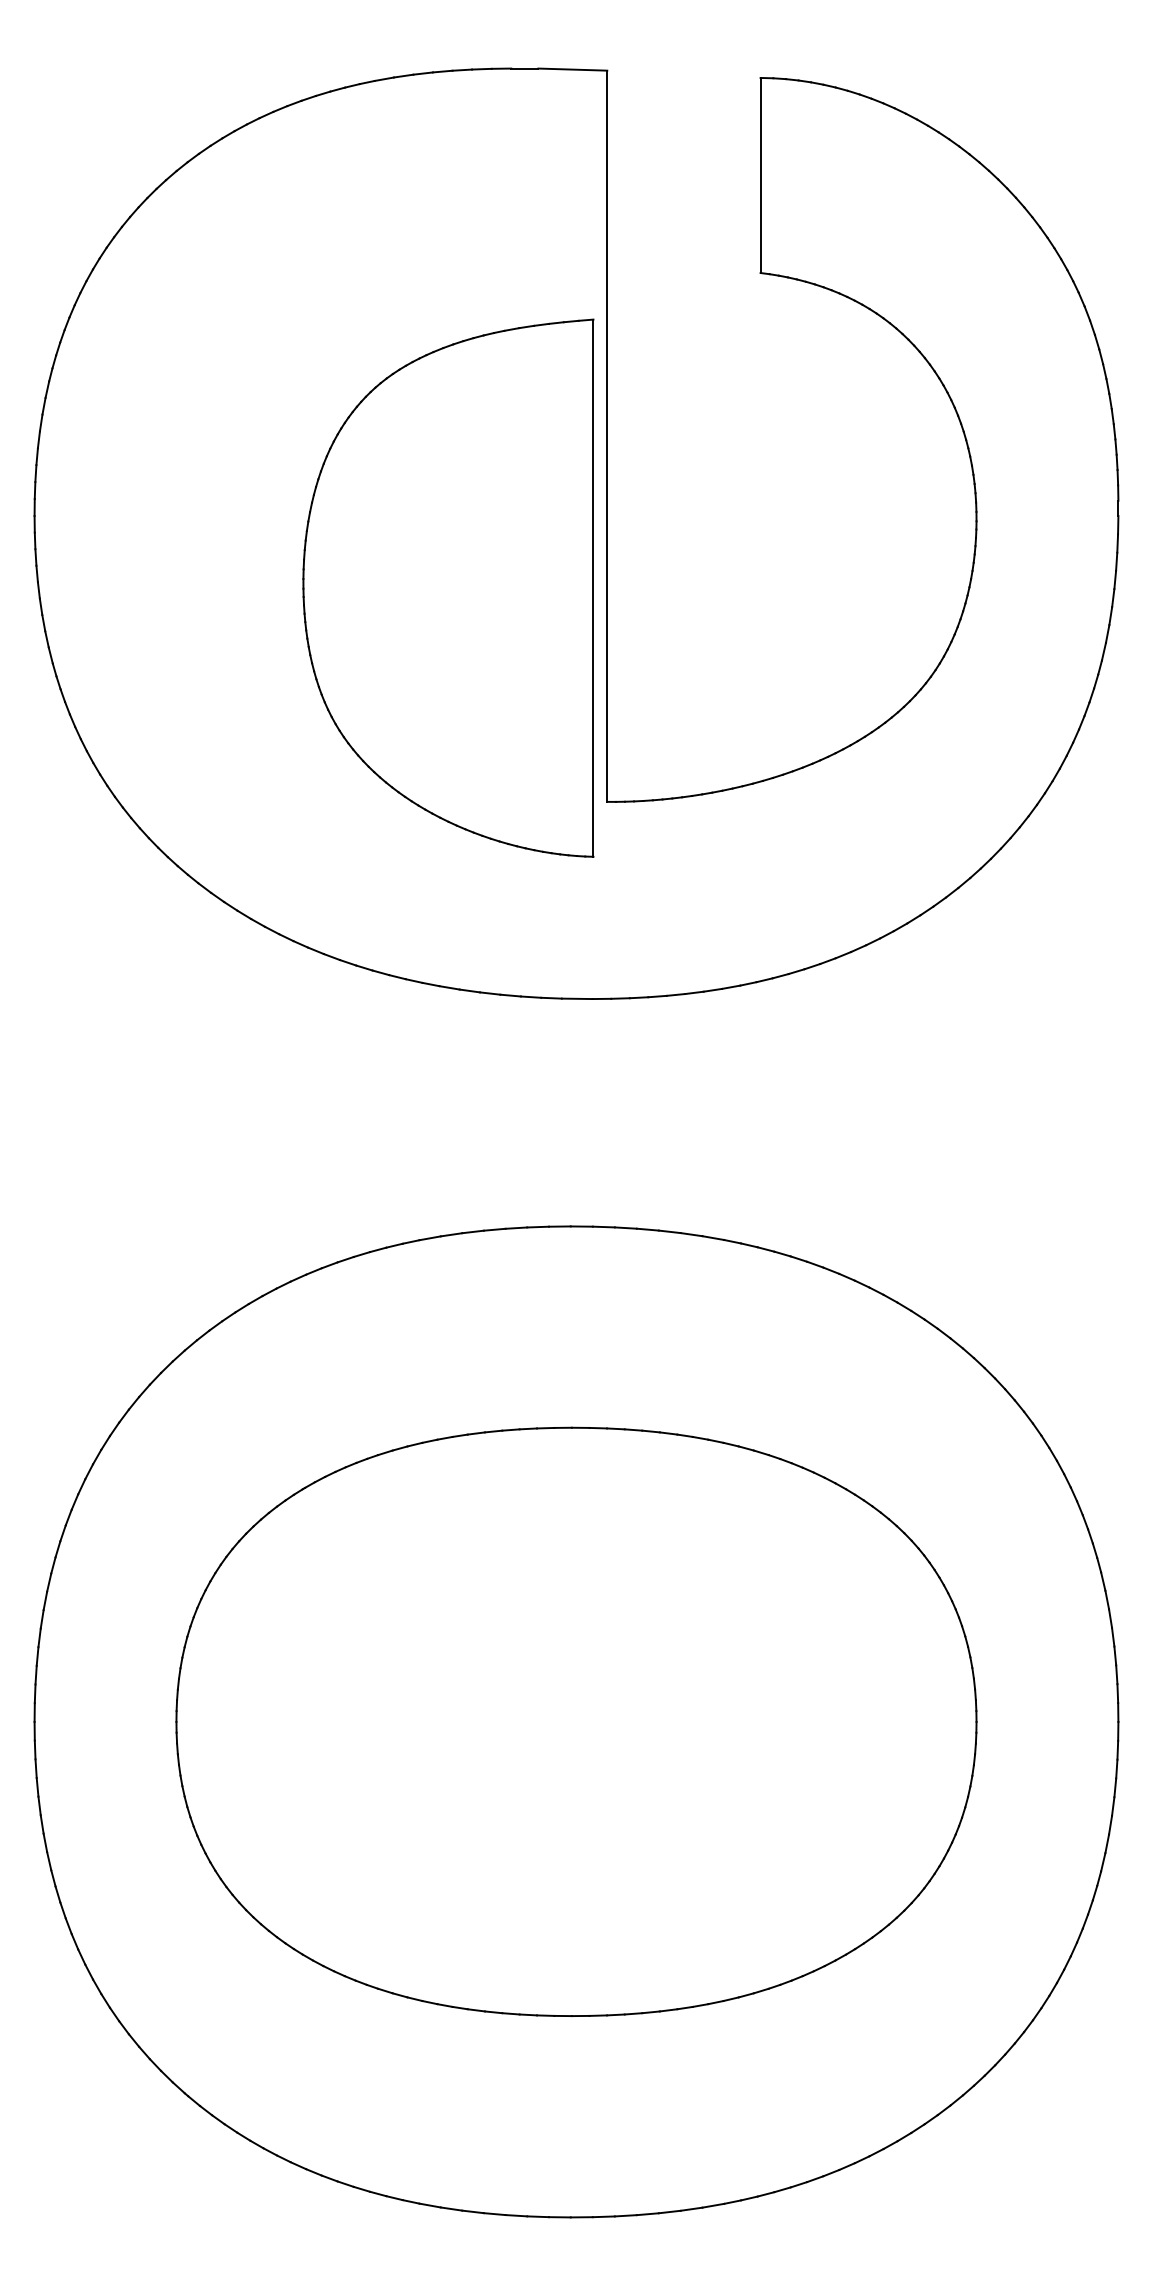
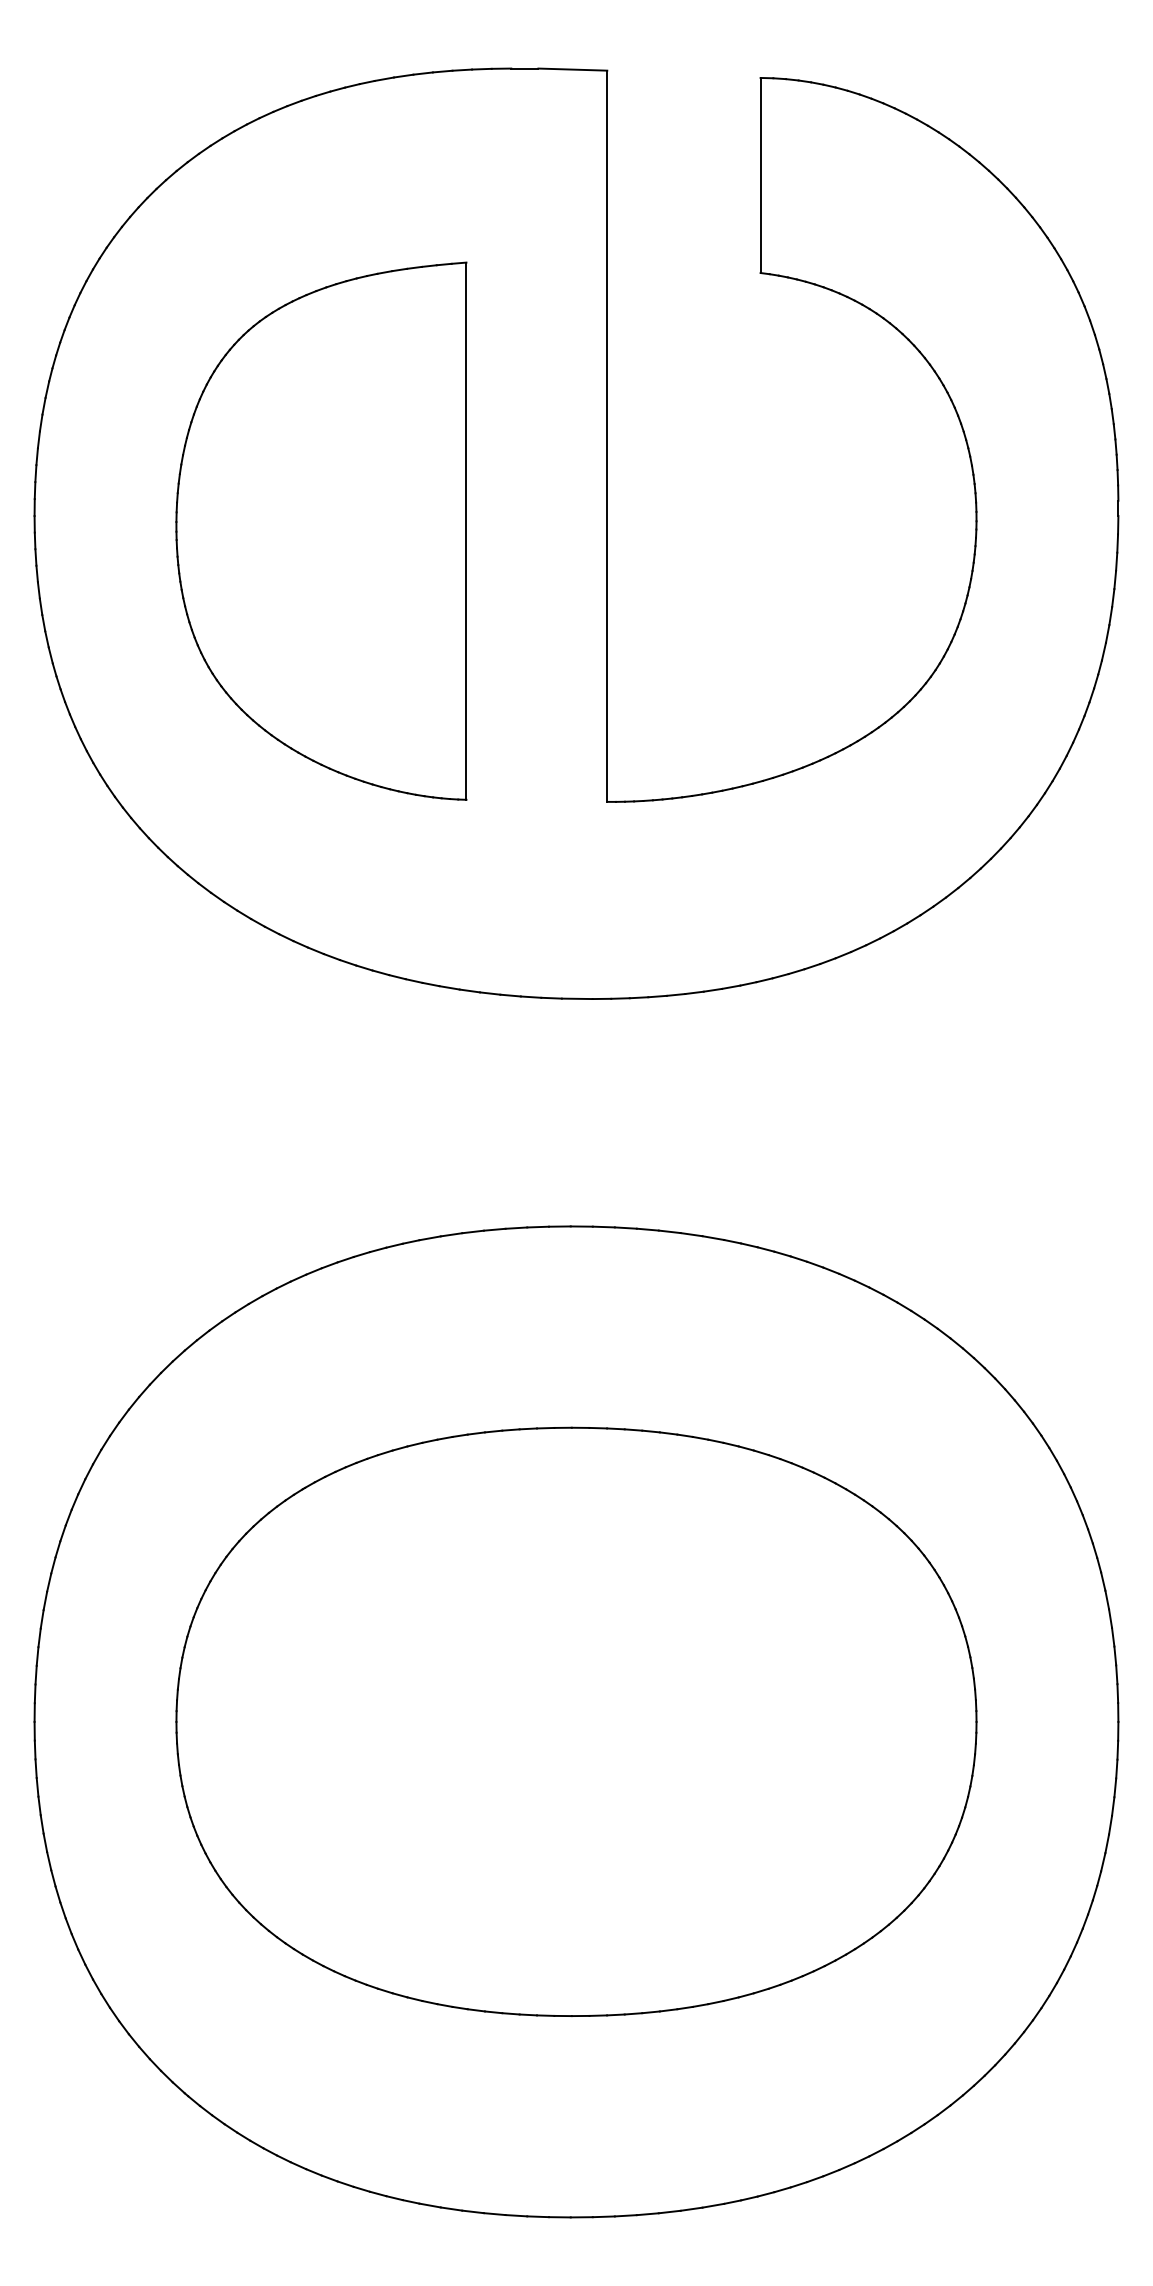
part at (448, 587) position: (448, 587) -> (321, 530)
